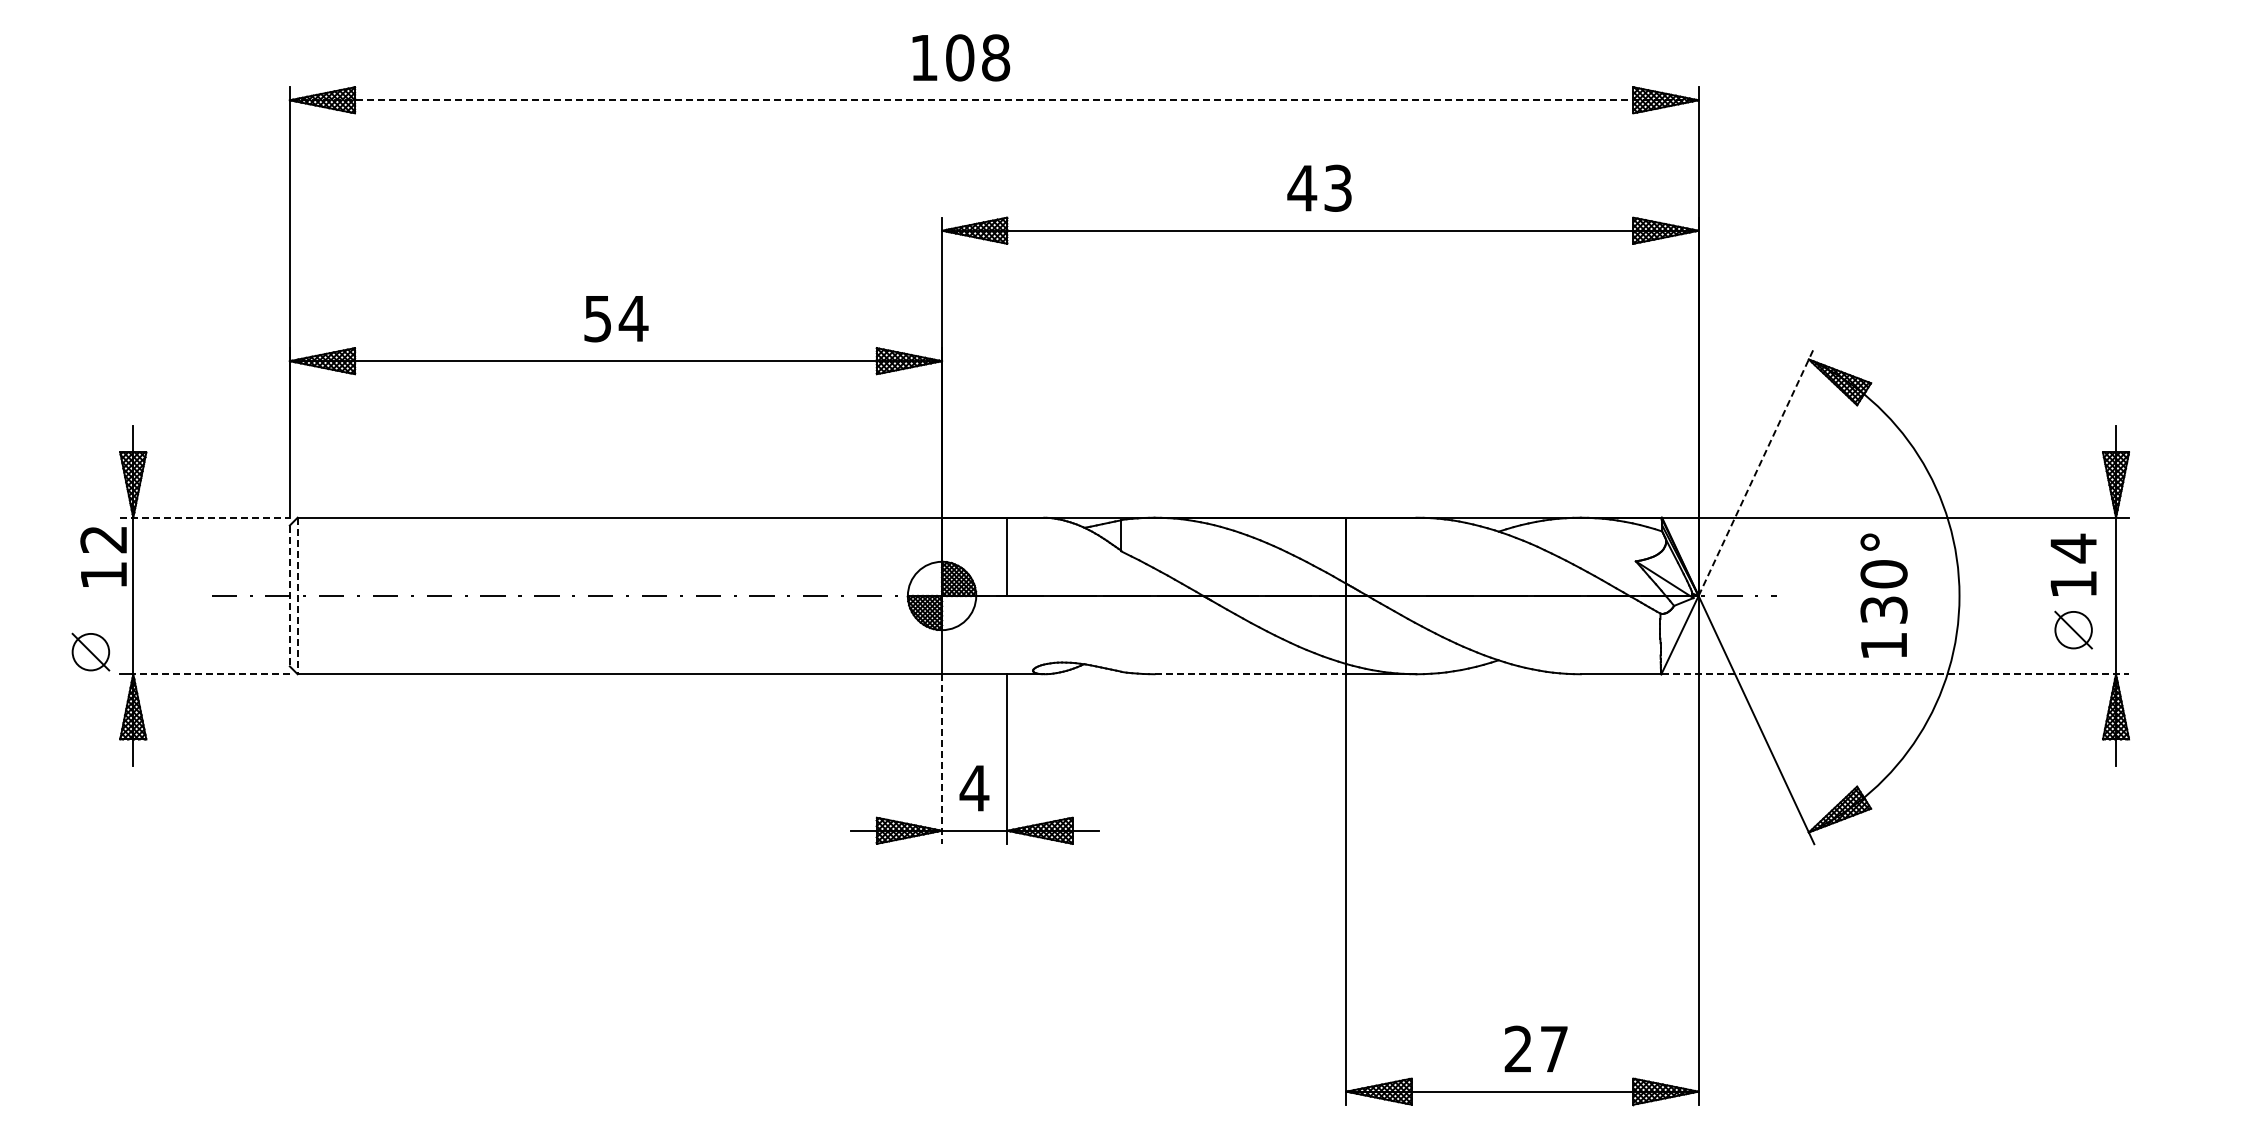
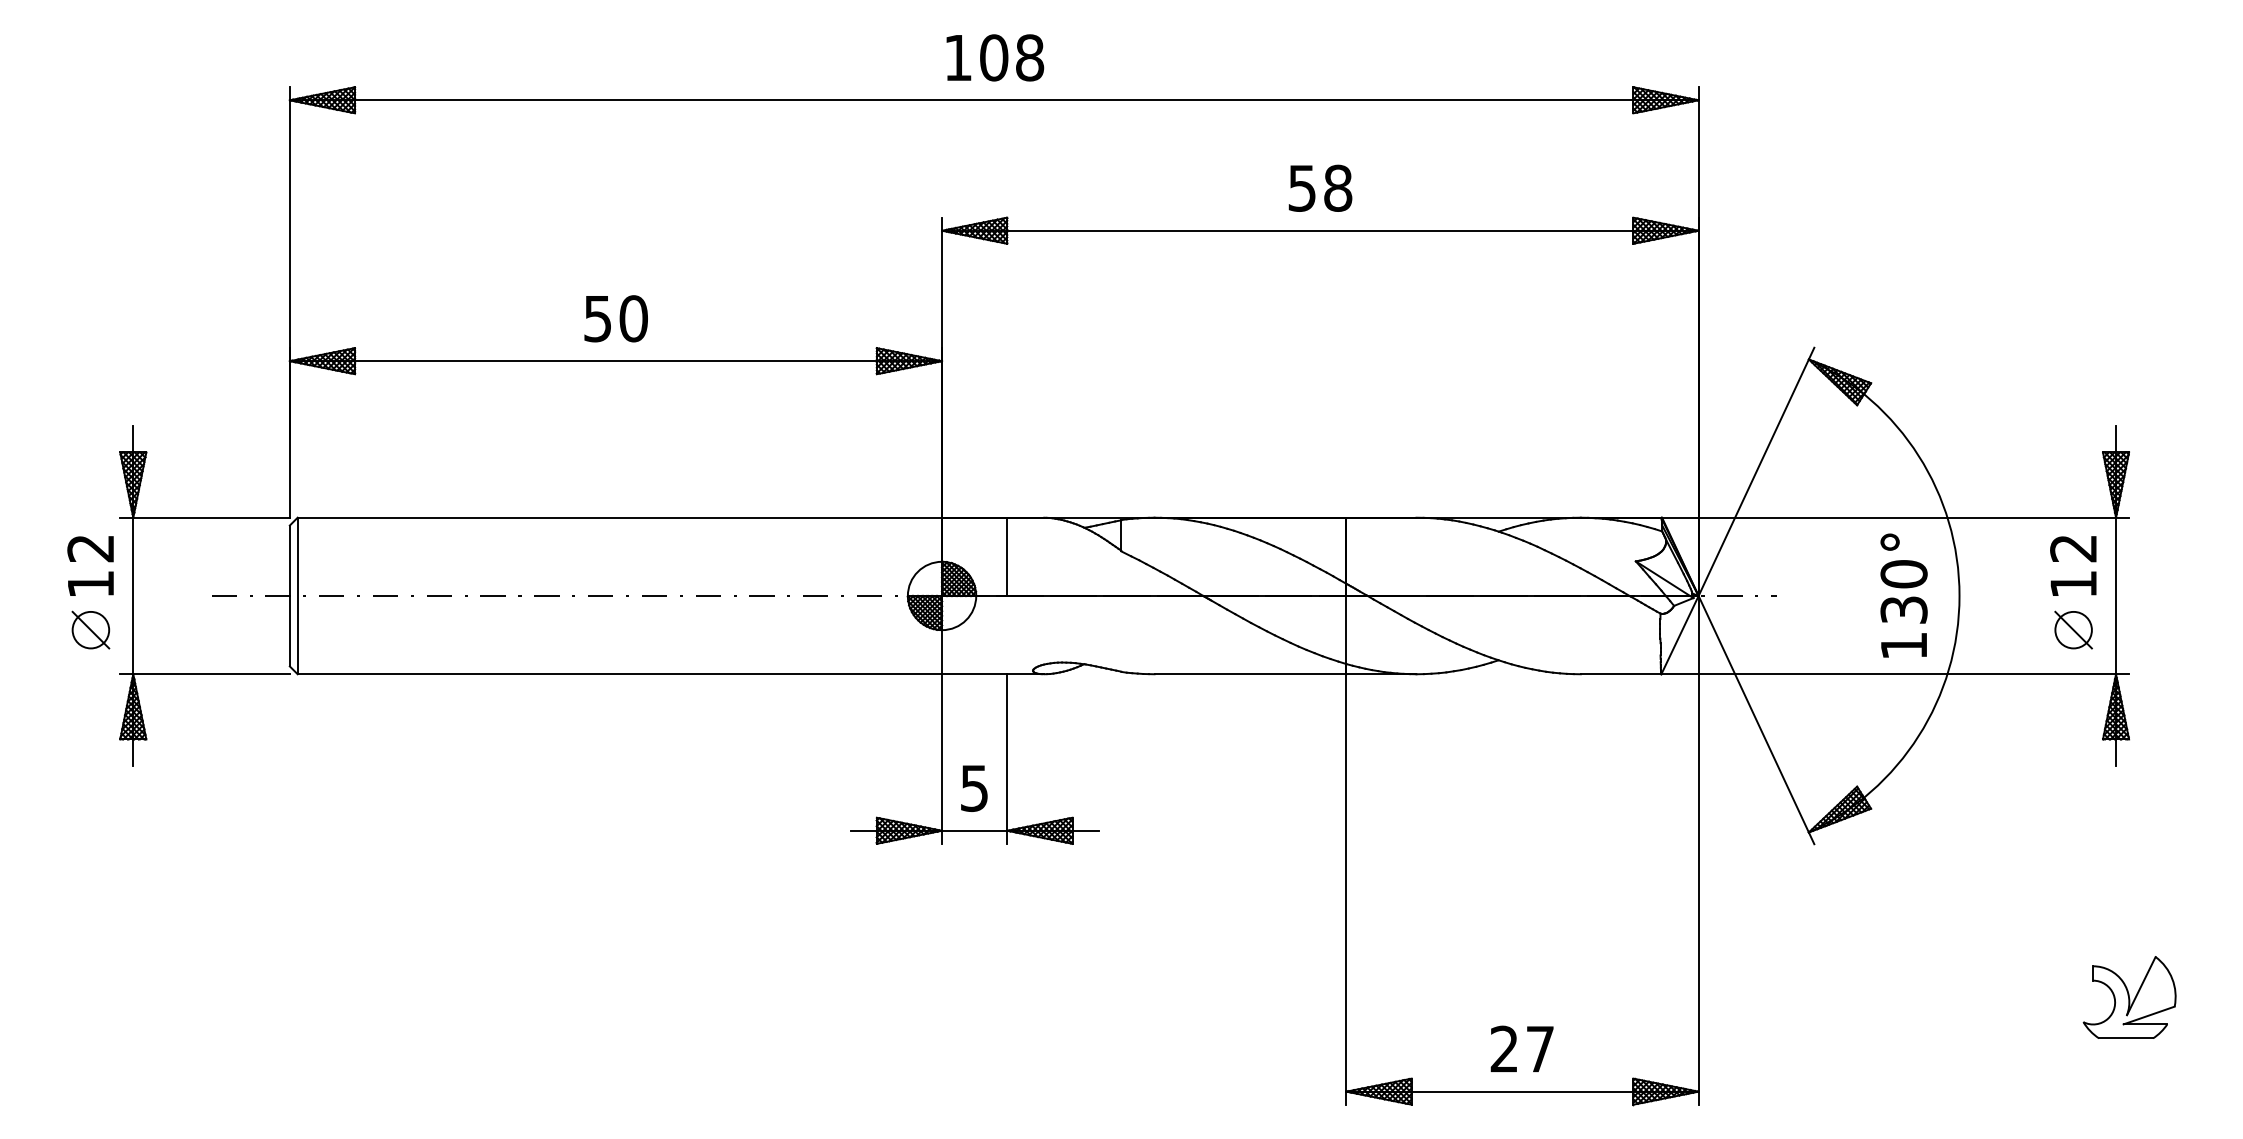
text at (961, 57) position: (961, 57) -> (995, 57)
line at (994, 100): dashed -> solid
text at (1319, 187): 43 -> 58
text at (633, 318): 54 -> 50
line at (1756, 471): dashed -> solid
line at (205, 517): dashed -> solid
text at (2073, 548): 14 -> 12
text at (103, 556) position: (103, 556) -> (90, 565)
text at (1883, 595) position: (1883, 595) -> (1903, 595)
line at (289, 596): dashed -> solid
line at (297, 596): dashed -> solid
part at (90, 651) position: (90, 651) -> (90, 629)
line at (211, 674): dashed -> solid
line at (1250, 674): dashed -> solid
line at (1896, 674): dashed -> solid
line at (942, 759): dashed -> solid
text at (974, 788): 4 -> 5
part at (2129, 997): none -> present
text at (1535, 1048) position: (1535, 1048) -> (1521, 1048)
